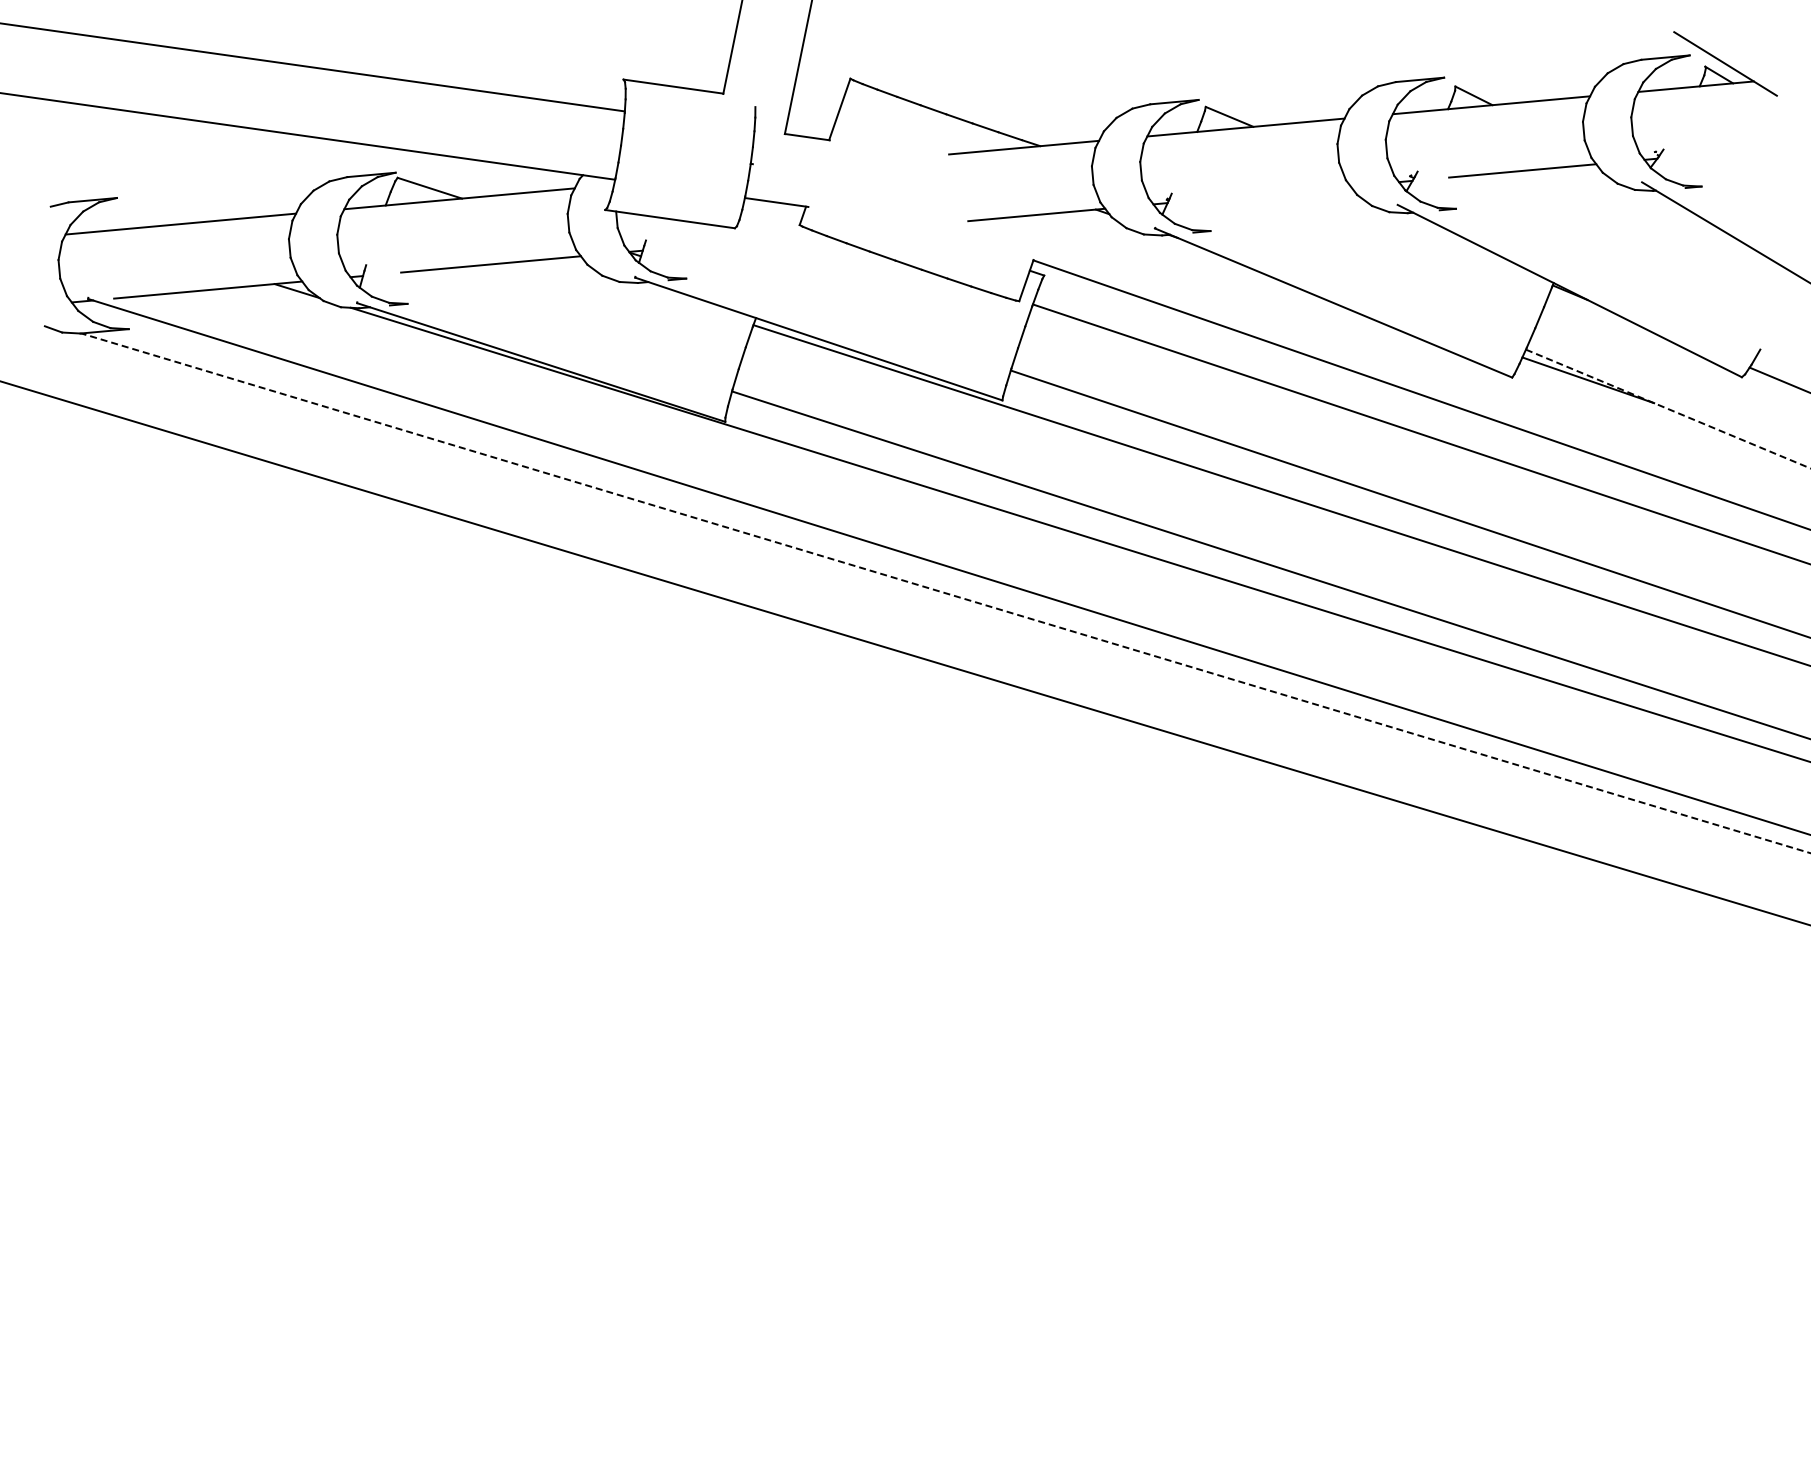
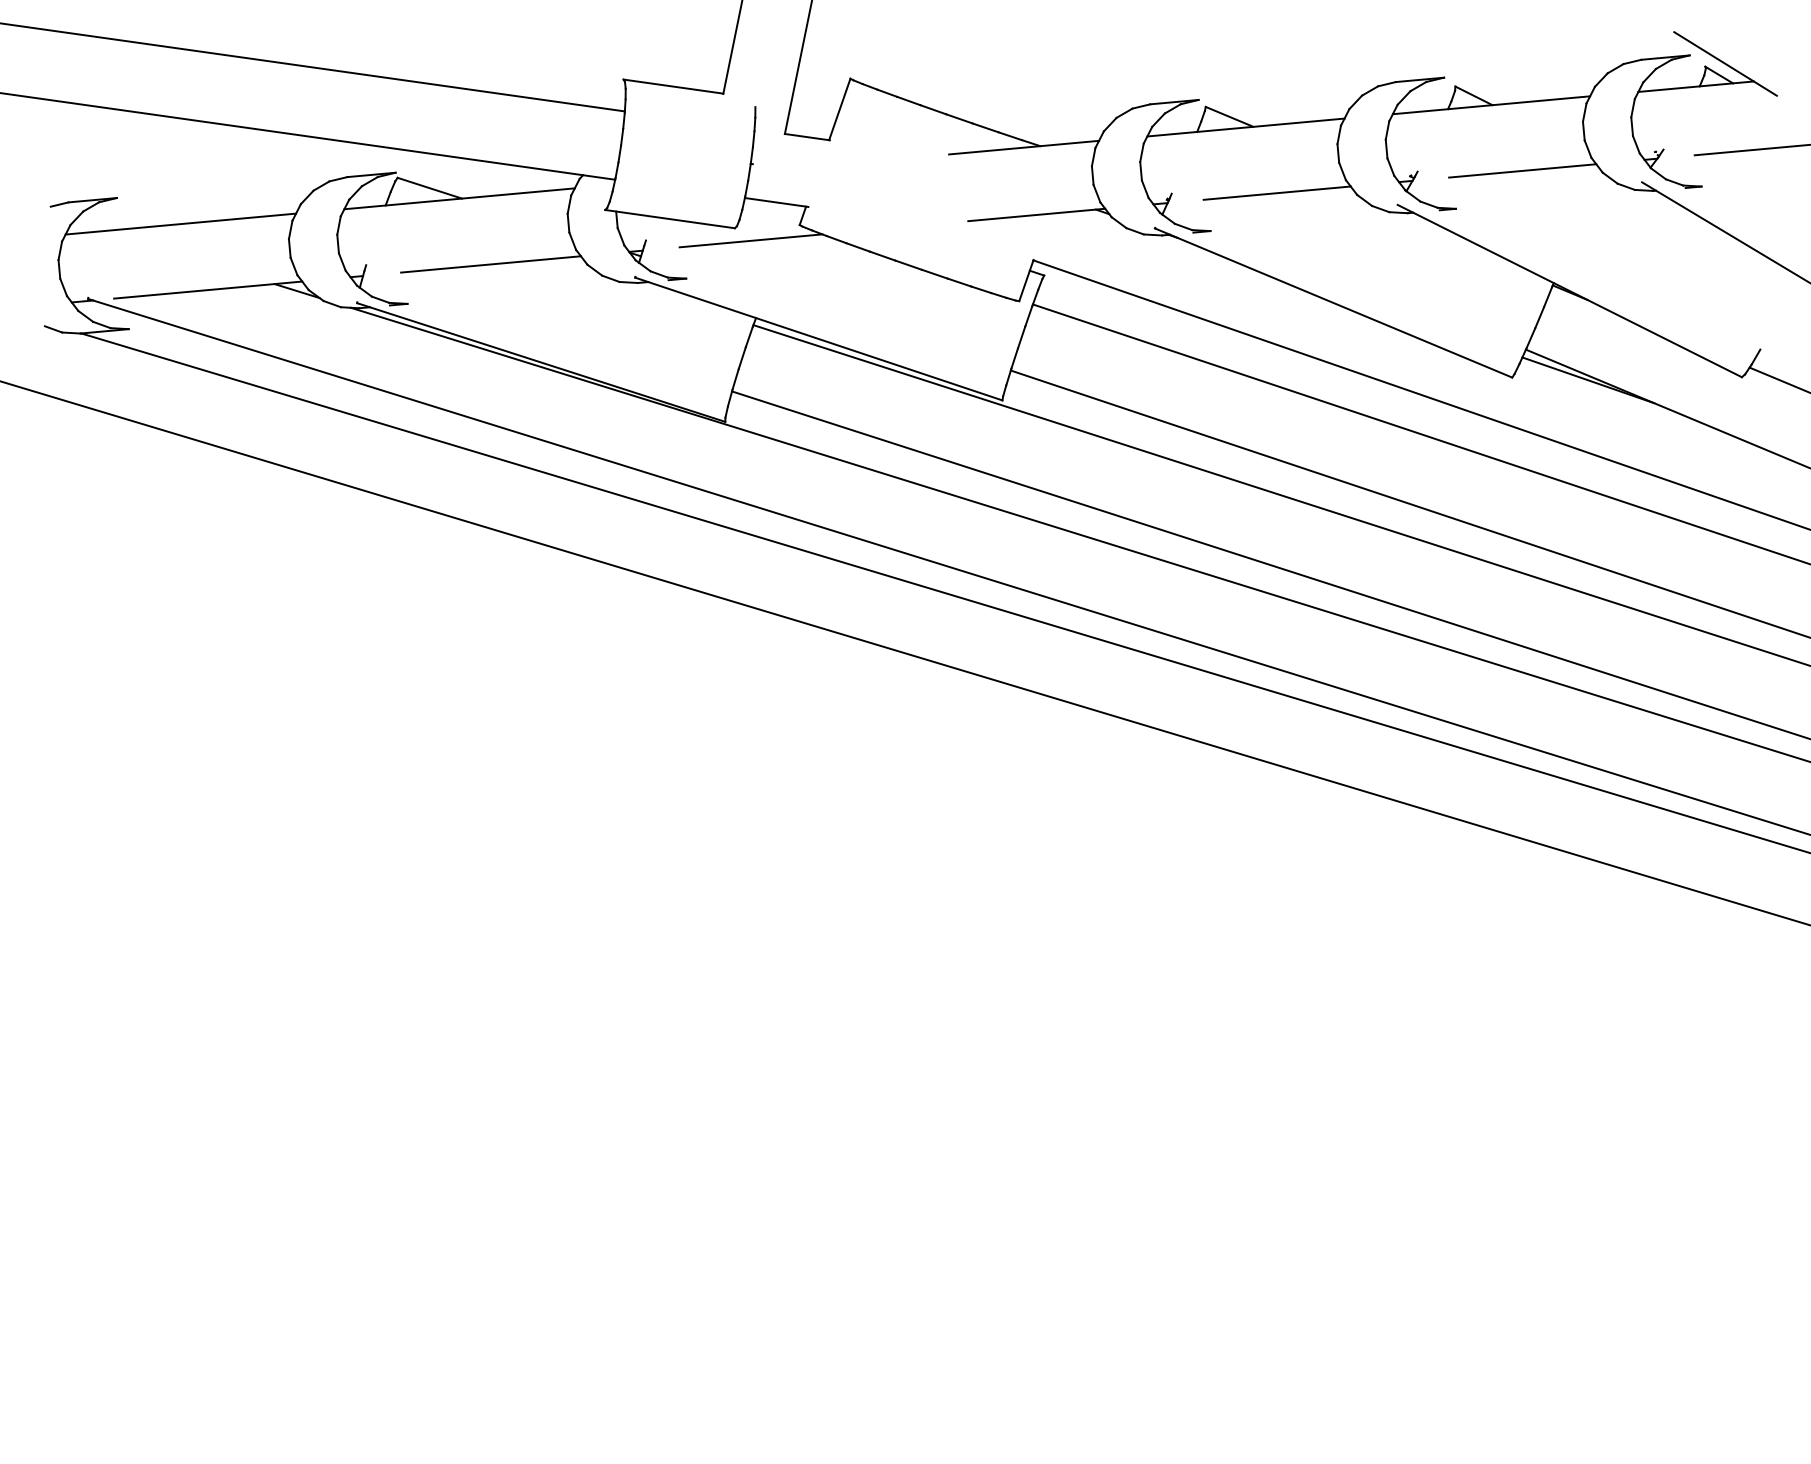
line at (1750, 150): none -> present
line at (1276, 192): none -> present
line at (750, 240): none -> present
line at (1668, 408): dashed -> solid
line at (945, 593): dashed -> solid
